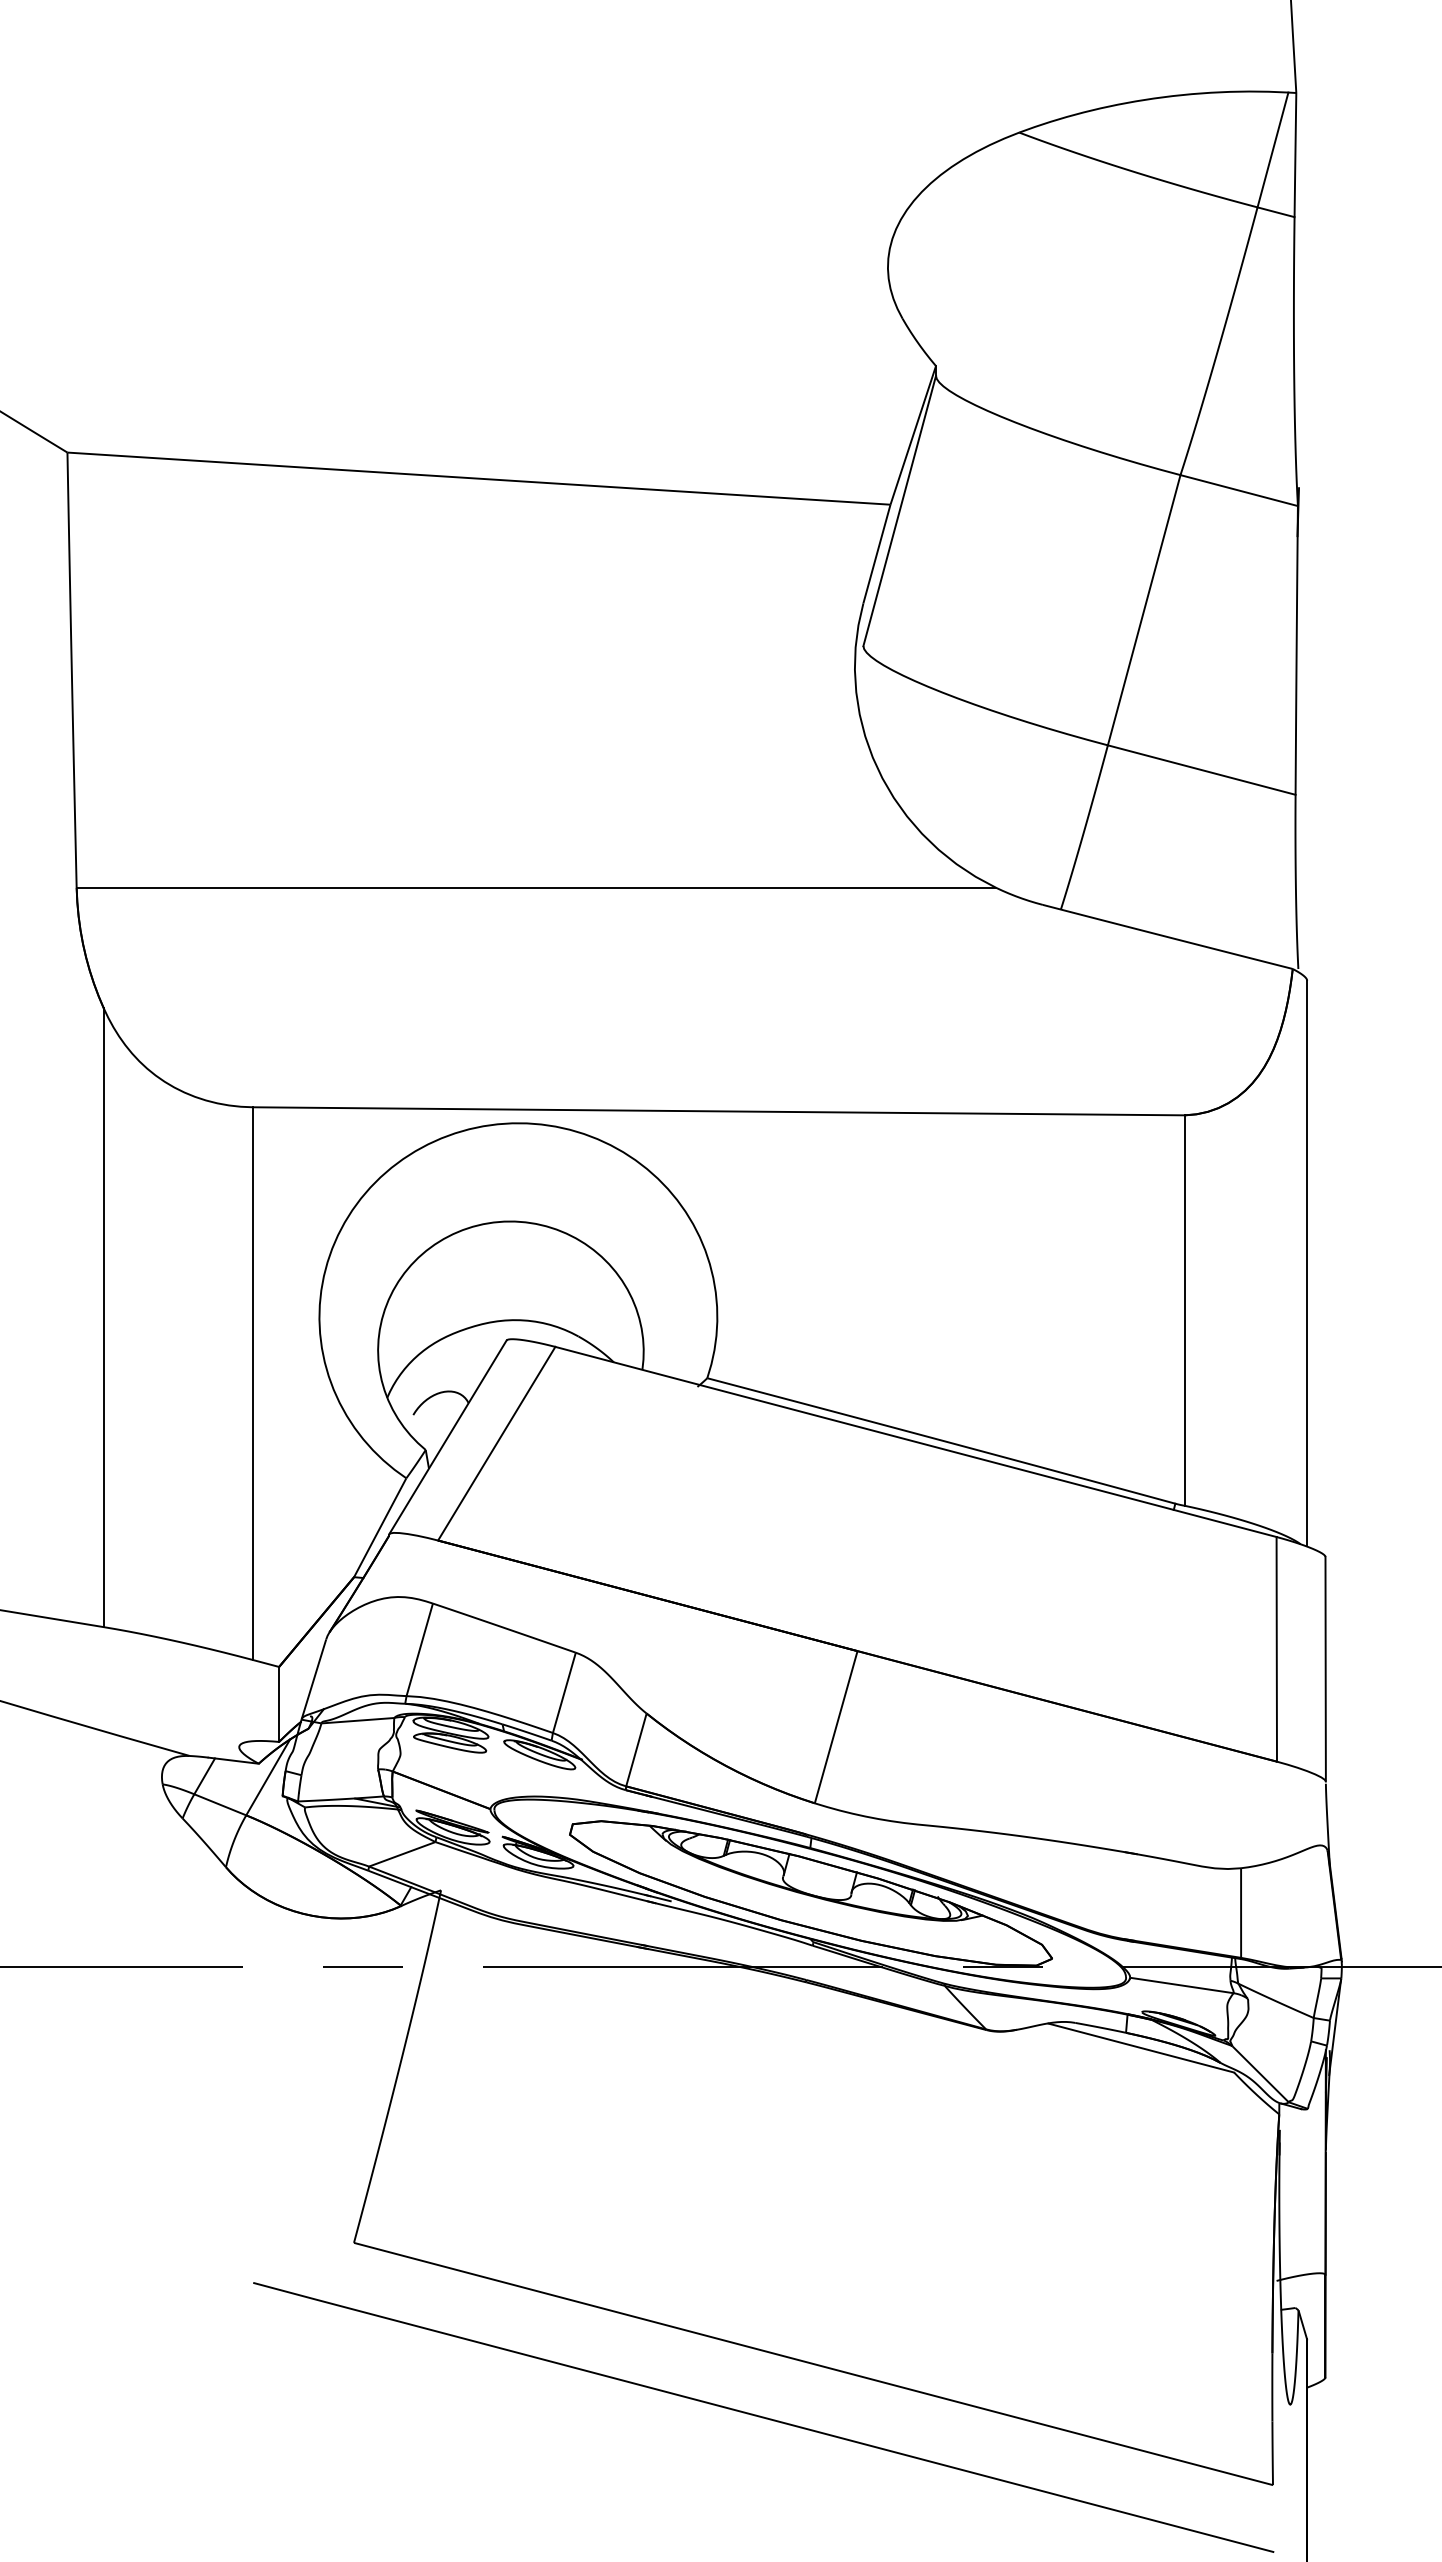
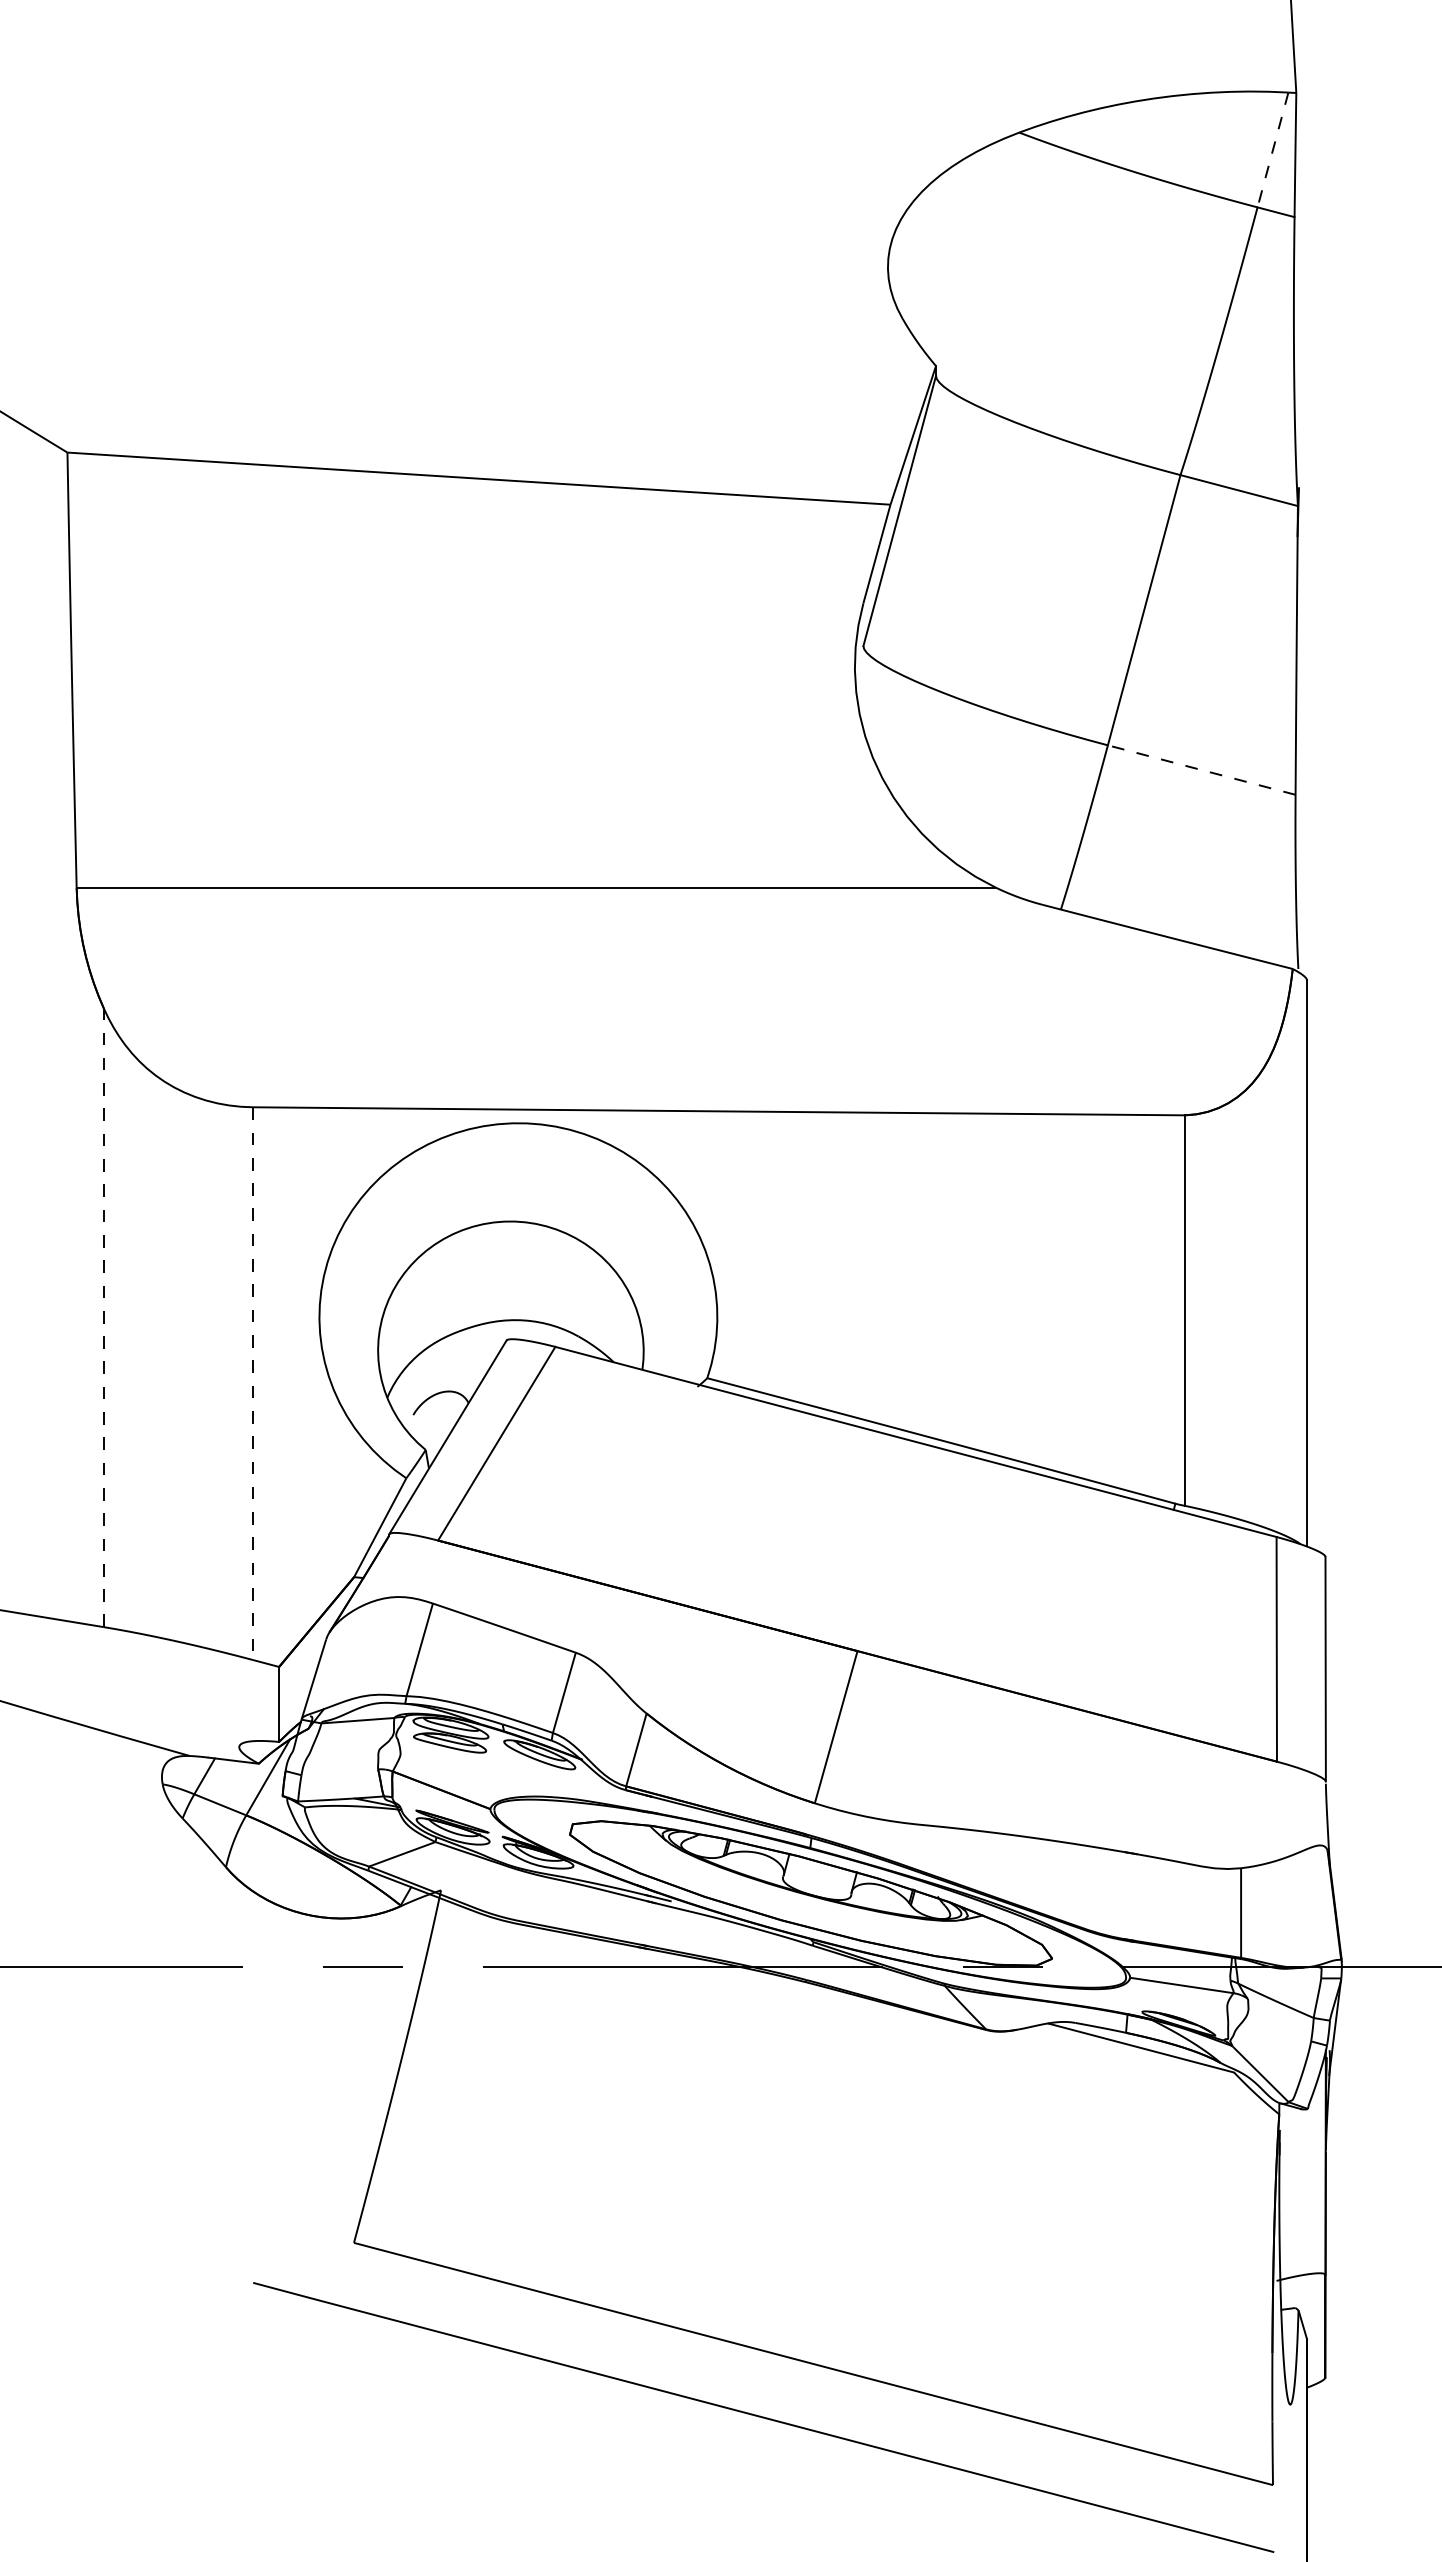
line at (1272, 150): solid -> dashed
line at (1201, 769): solid -> dashed
line at (103, 1317): solid -> dashed
line at (252, 1384): solid -> dashed
